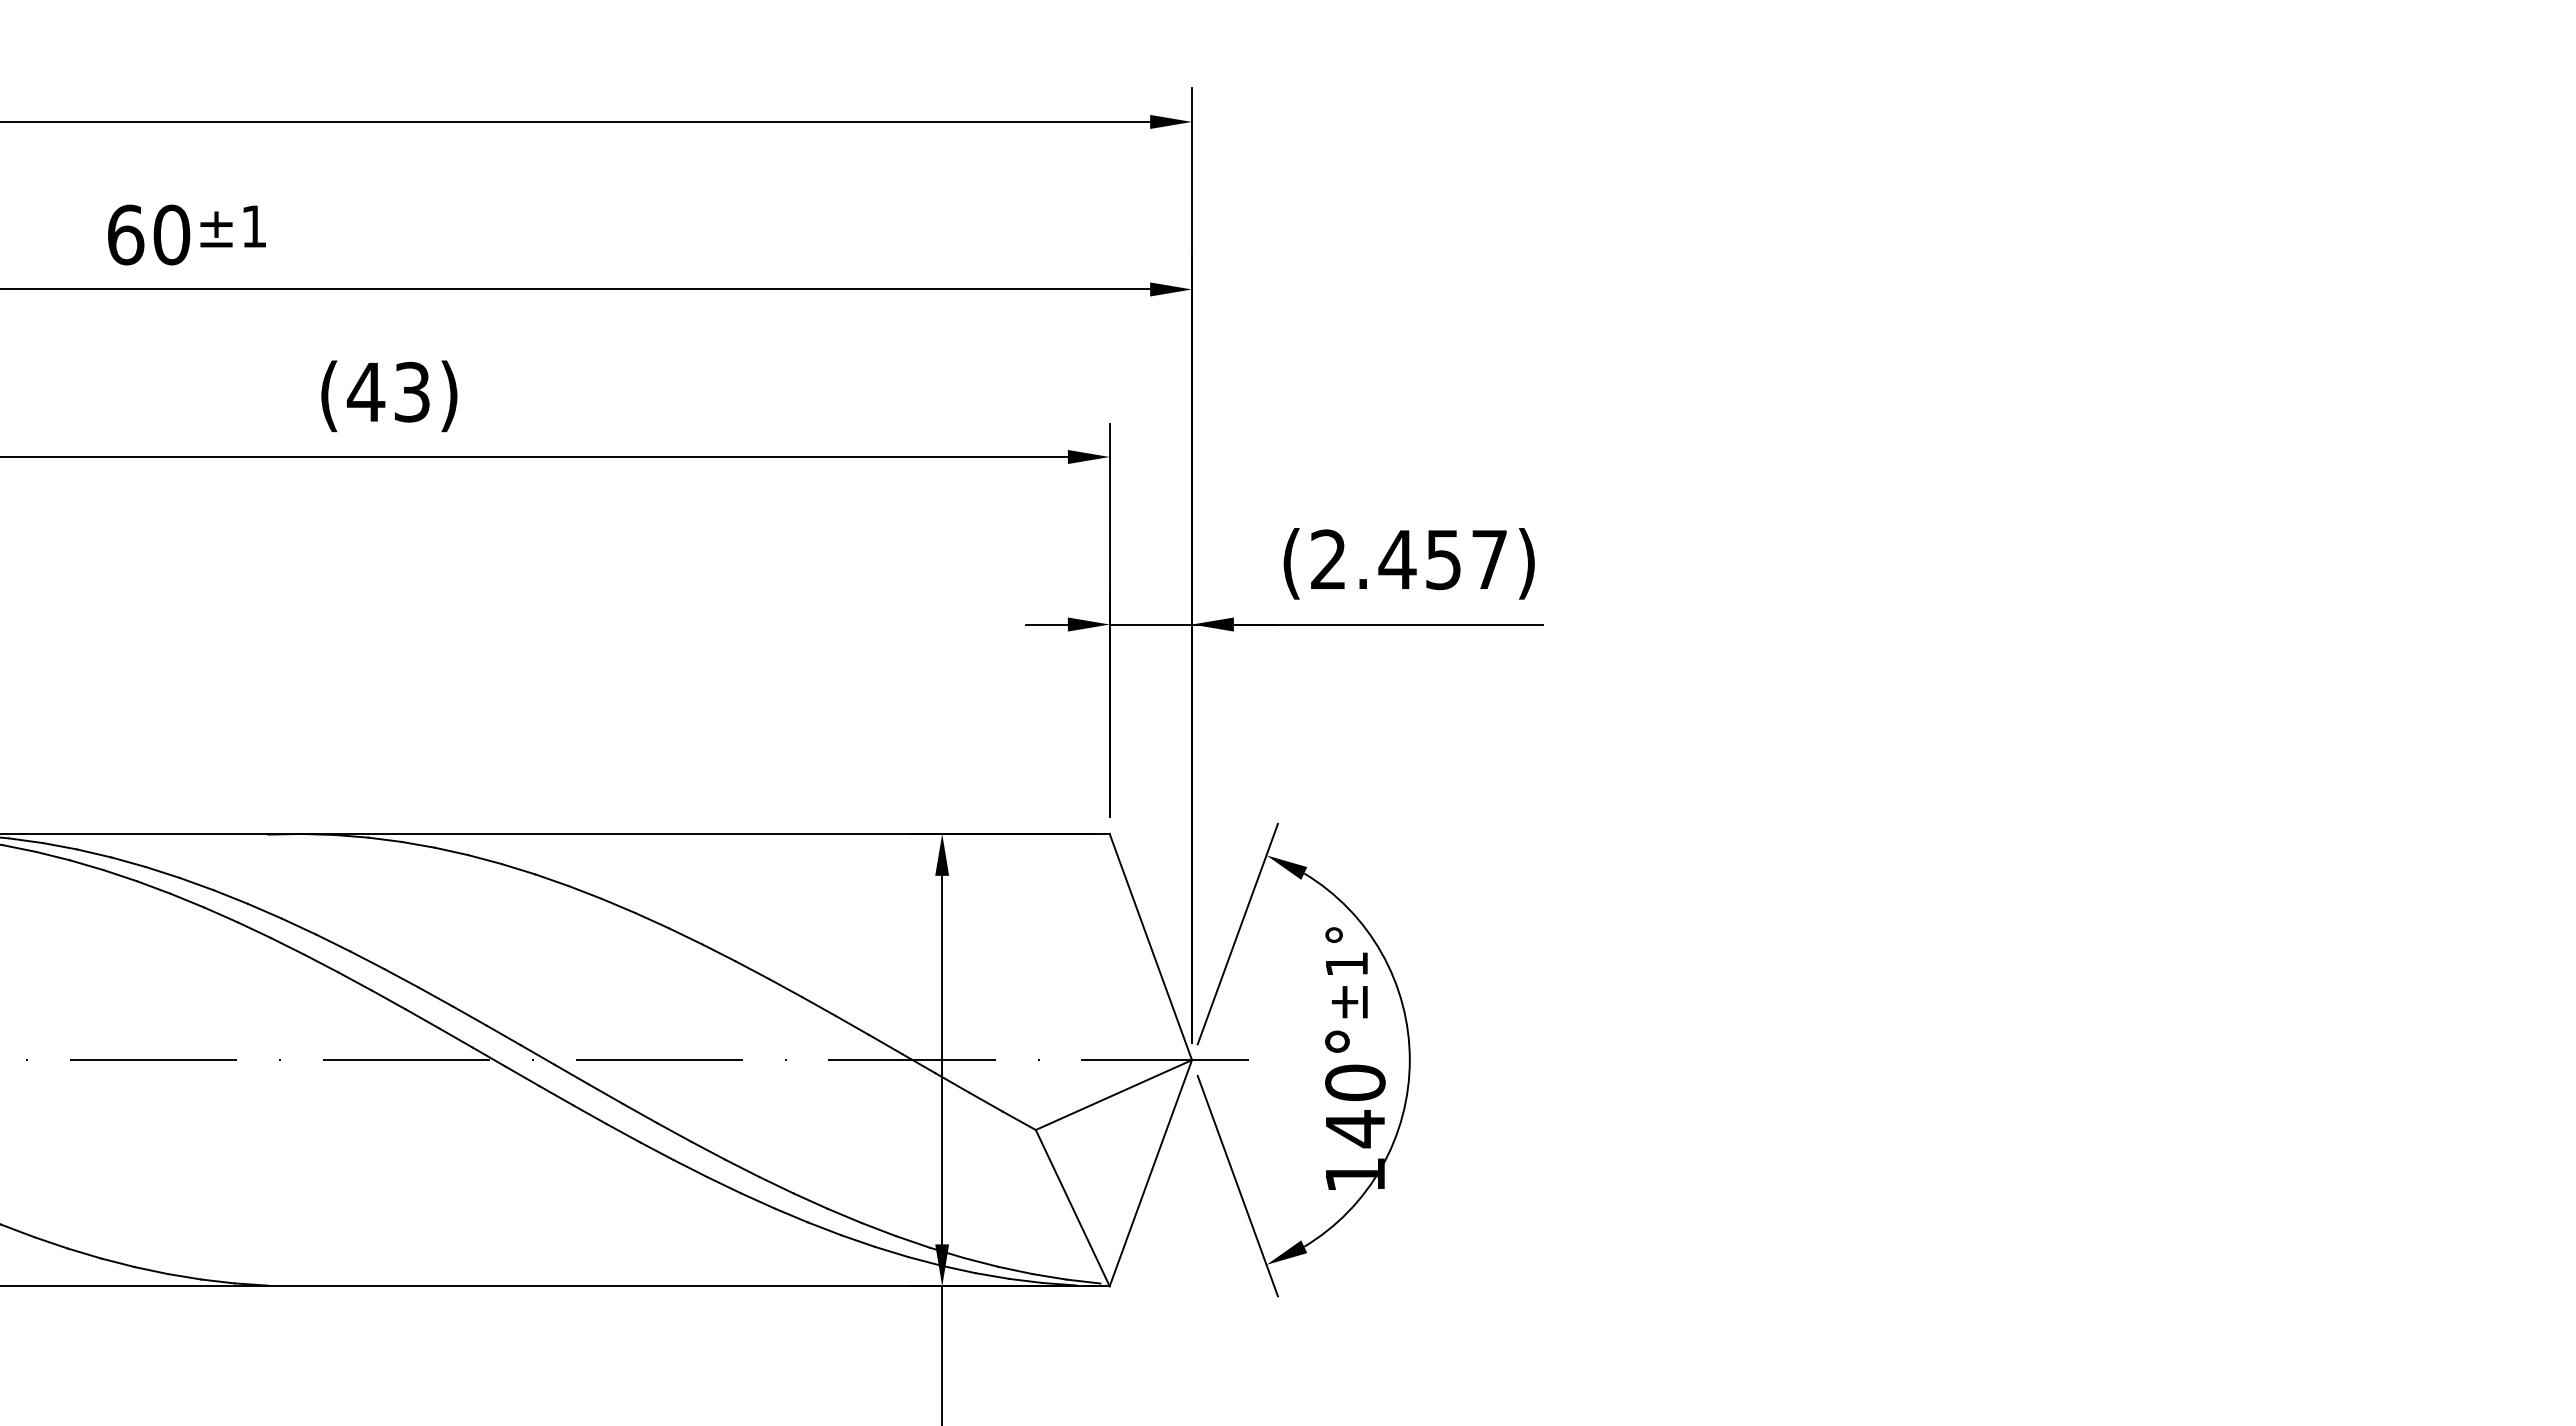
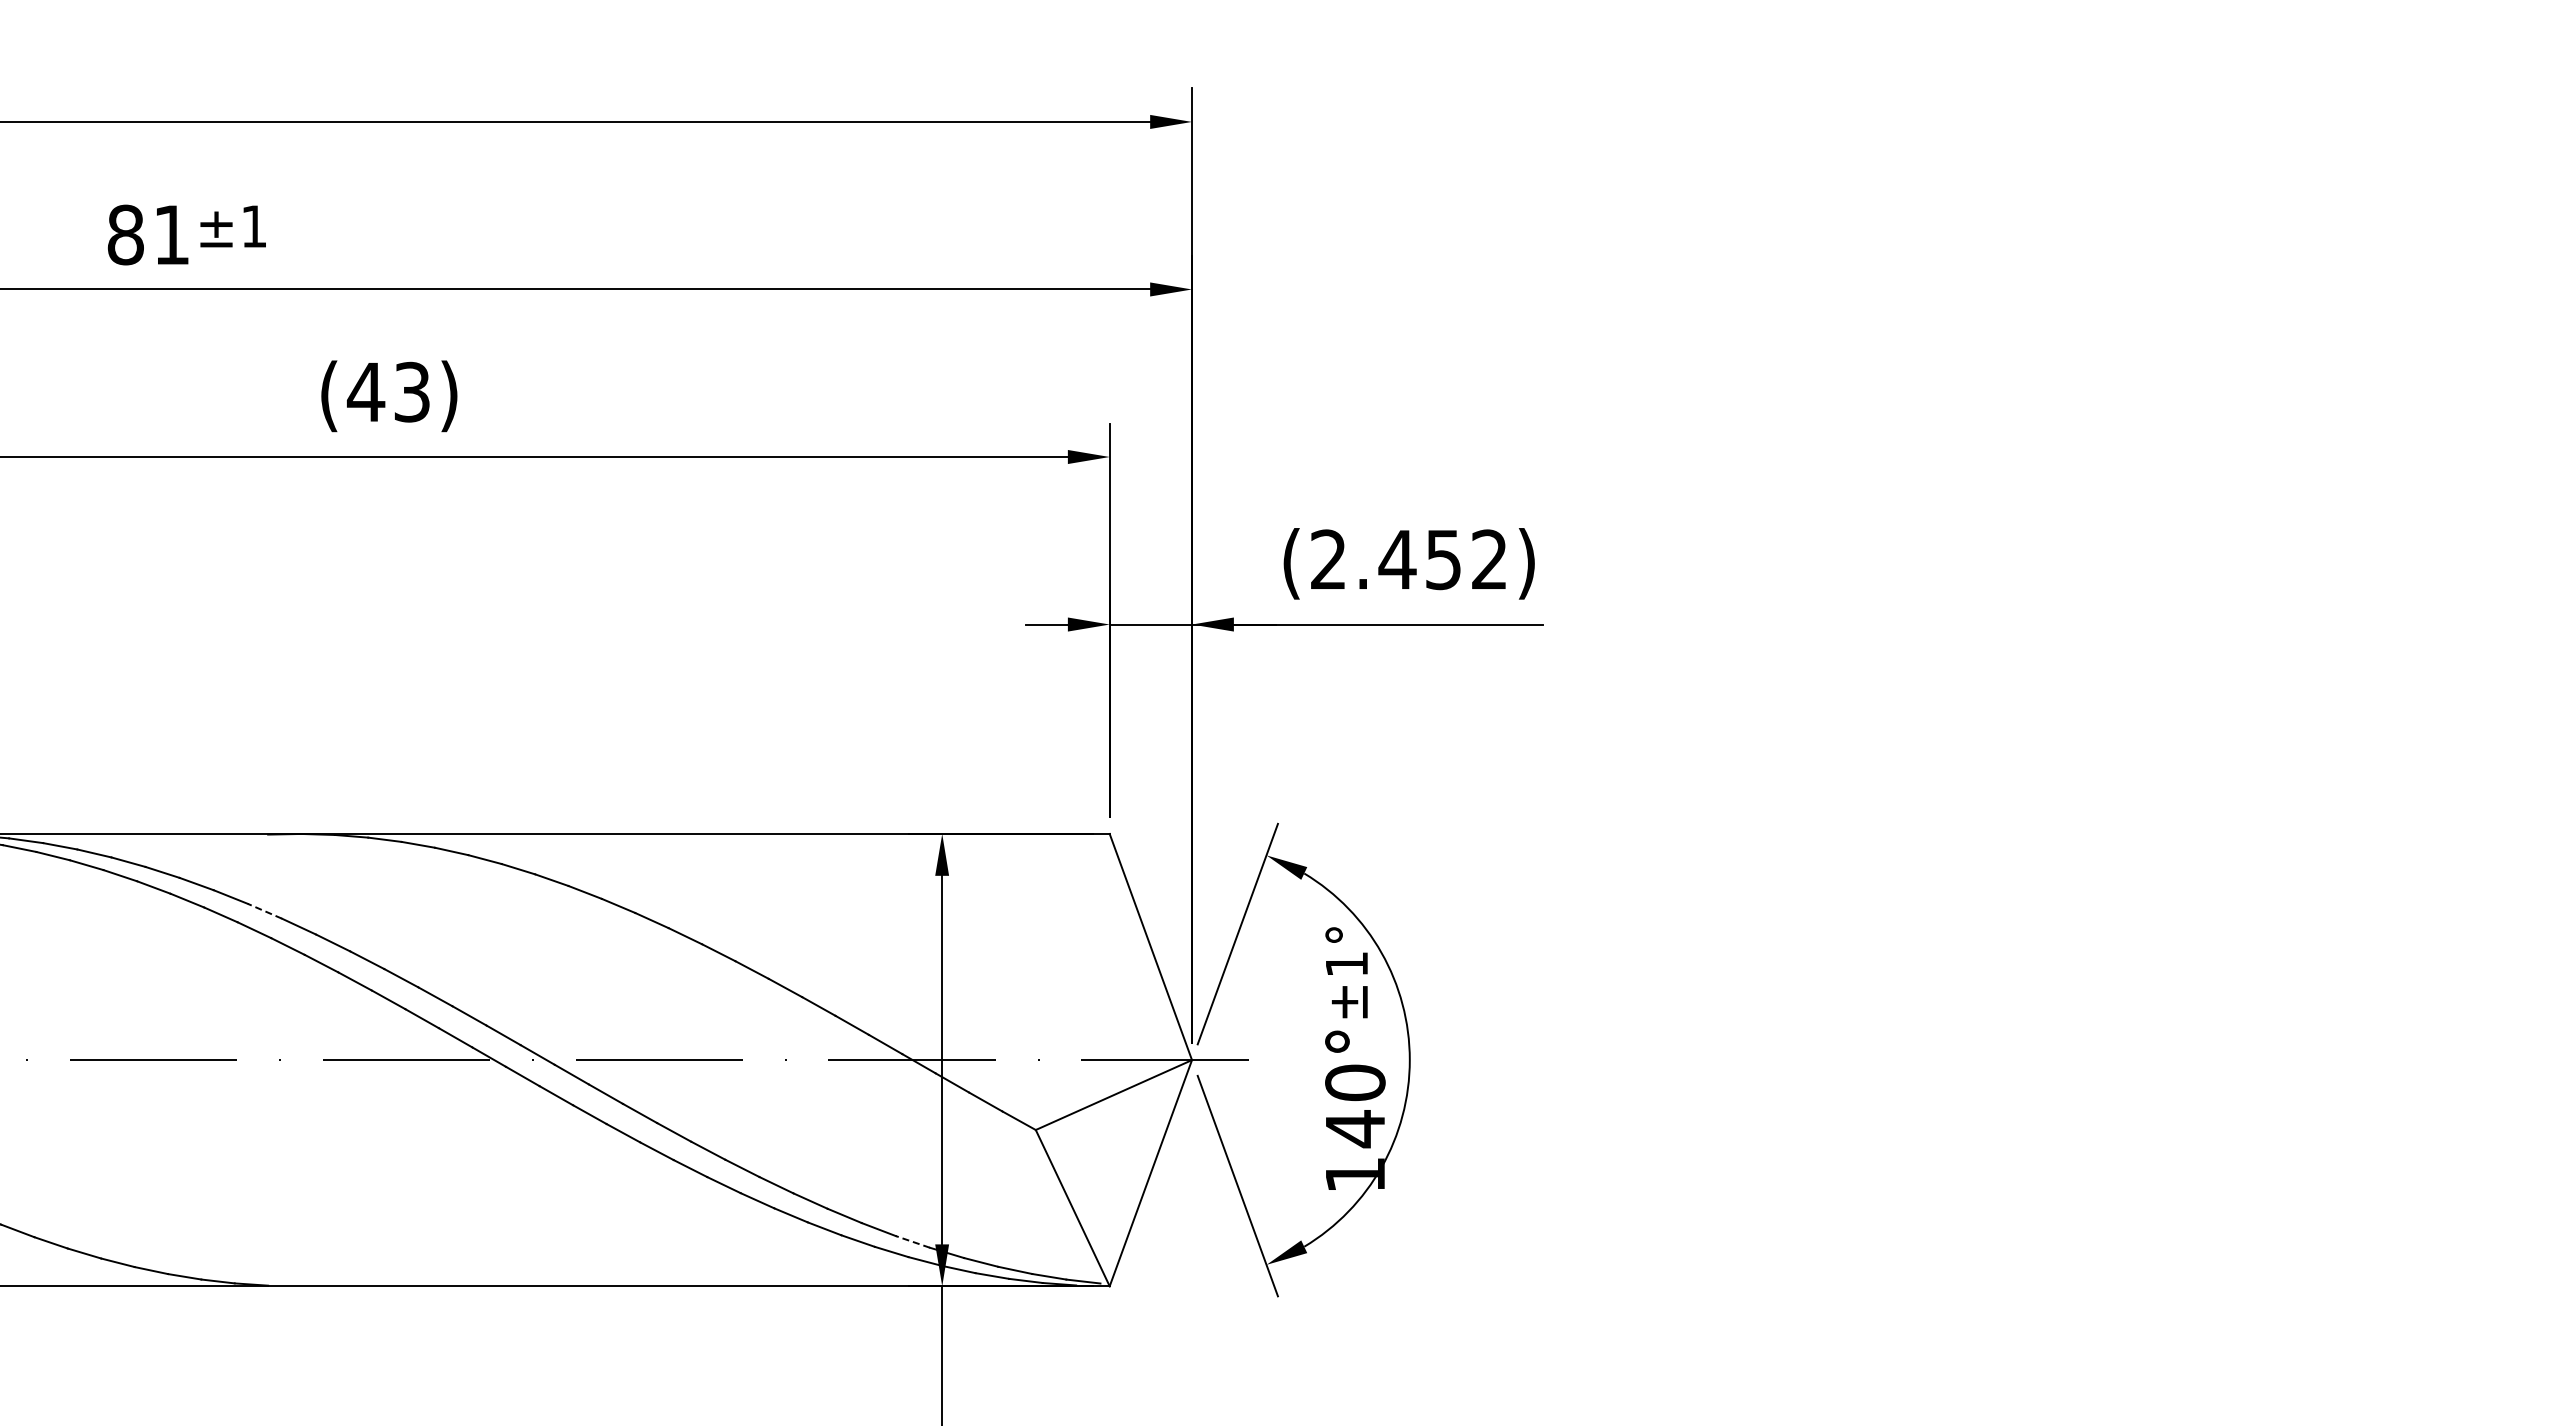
text at (148, 234): 60 -> 81
text at (1489, 558): (2.457) -> (2.452)
line at (264, 911): solid -> dashed
line at (912, 1241): solid -> dashed
